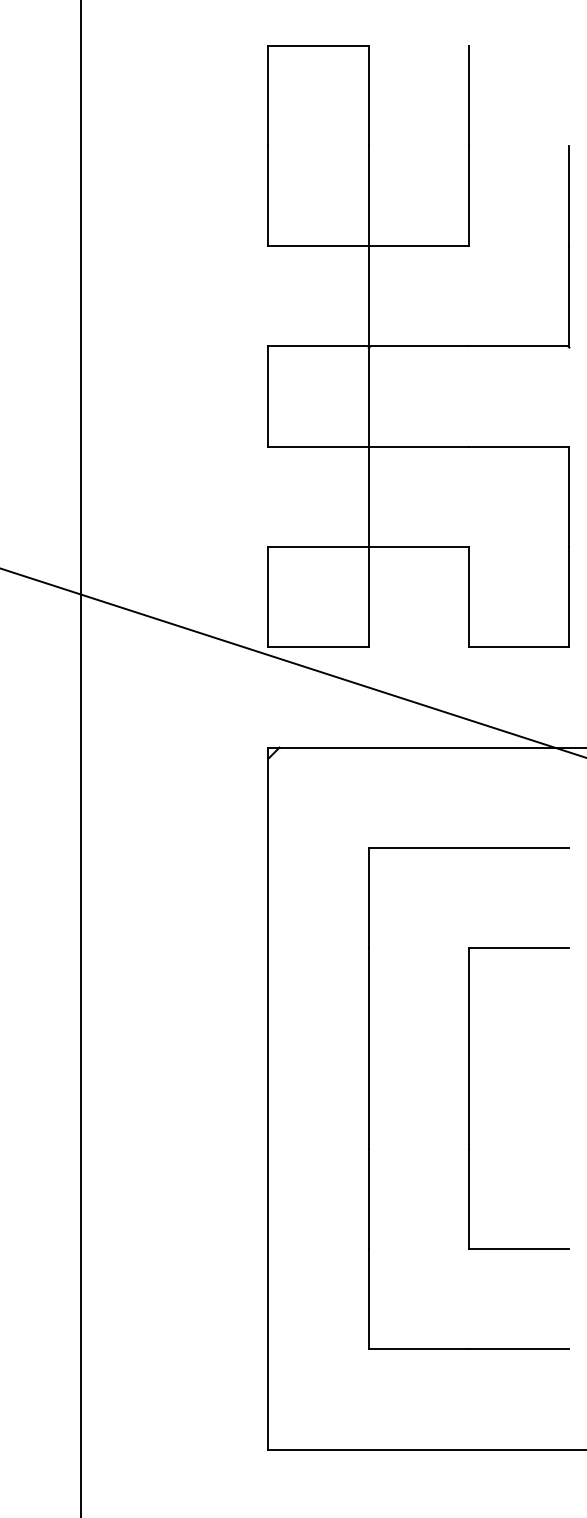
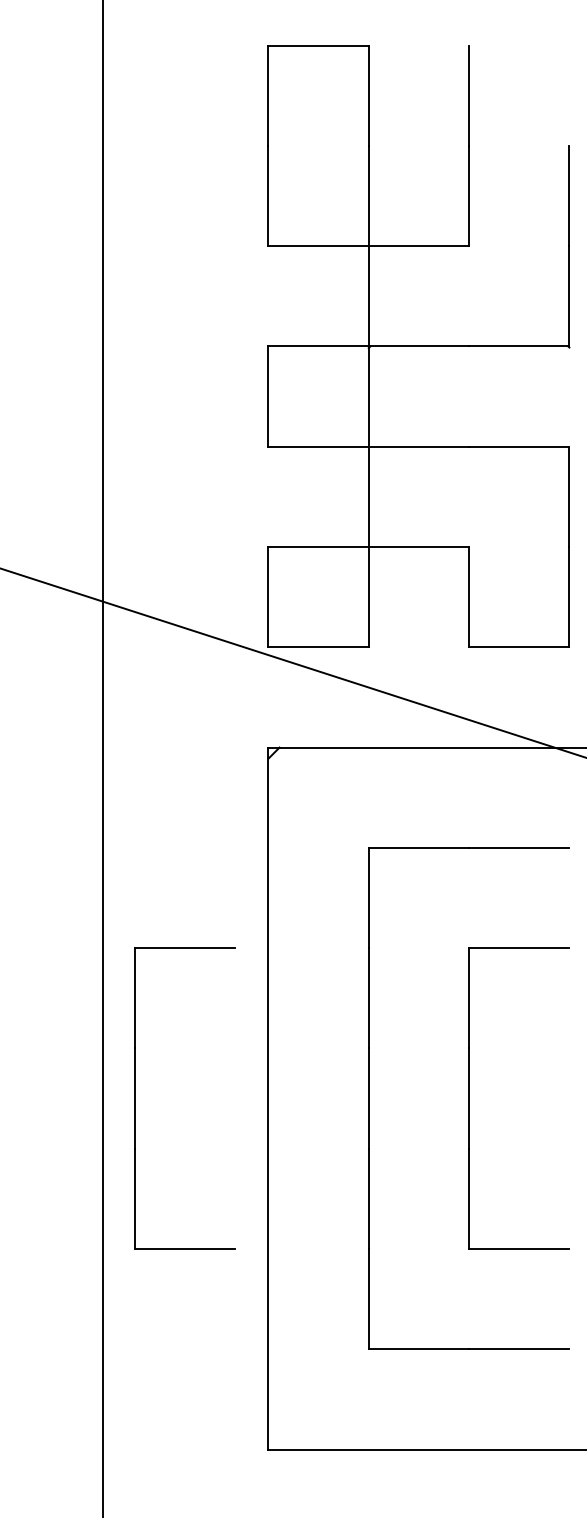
line at (81, 758) position: (81, 758) -> (103, 758)
part at (135, 1098): none -> present
